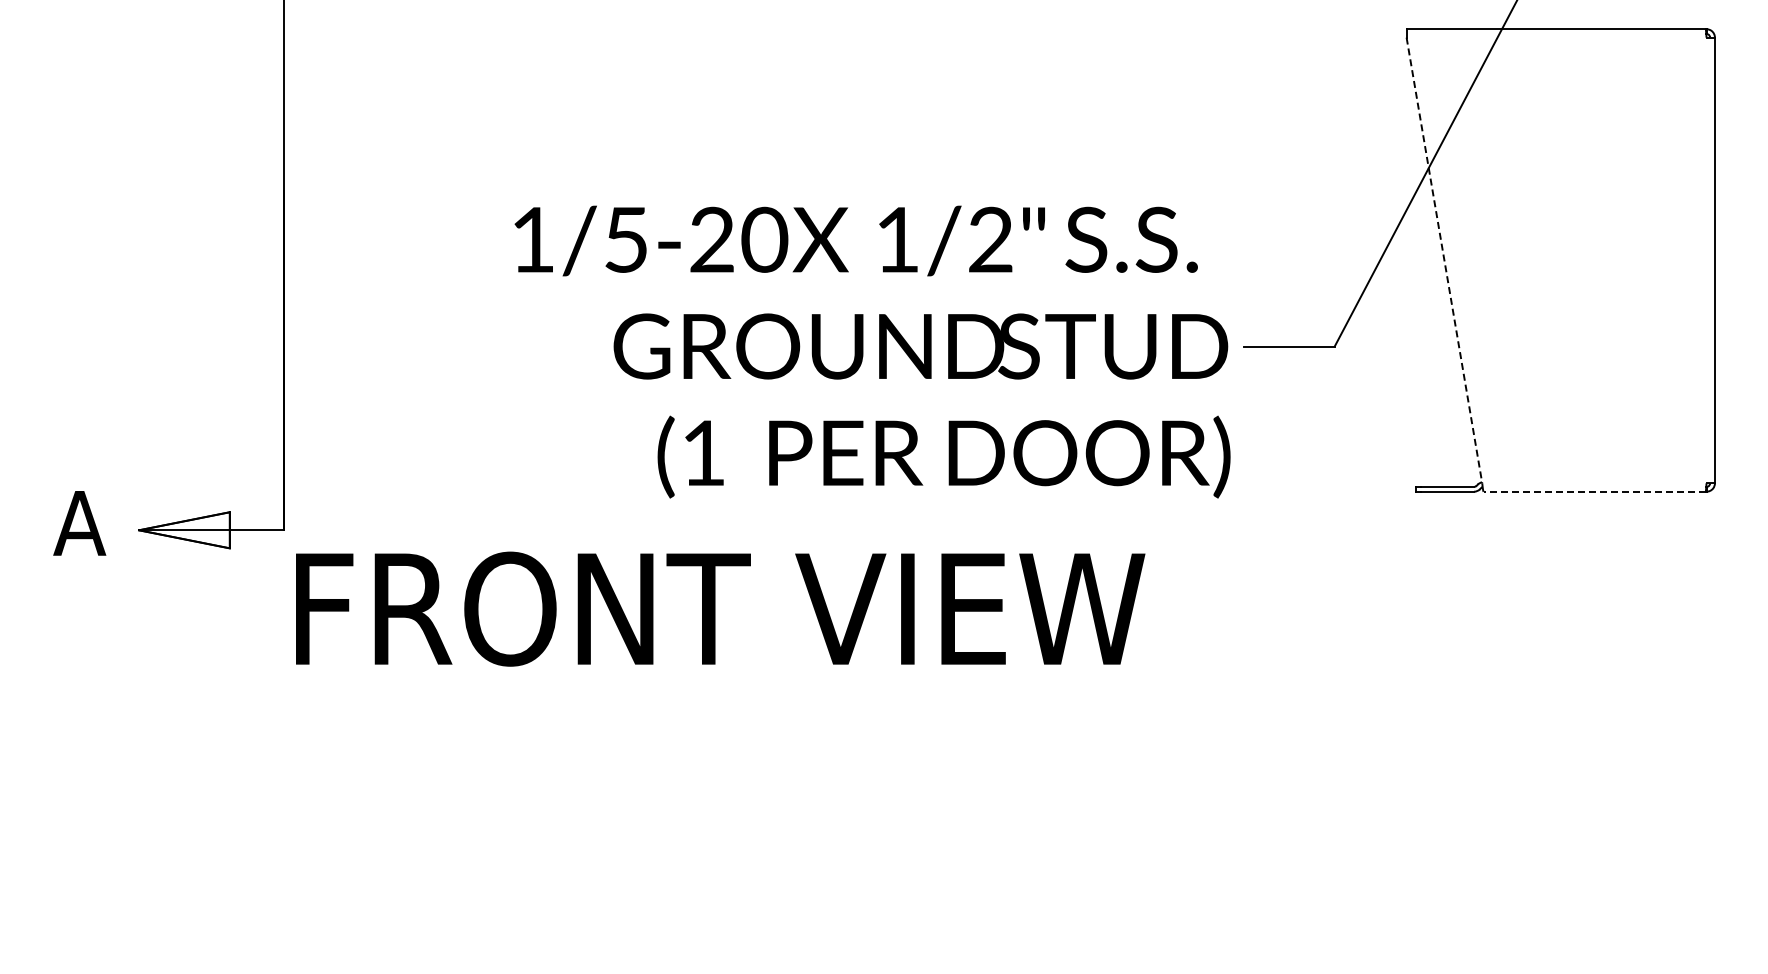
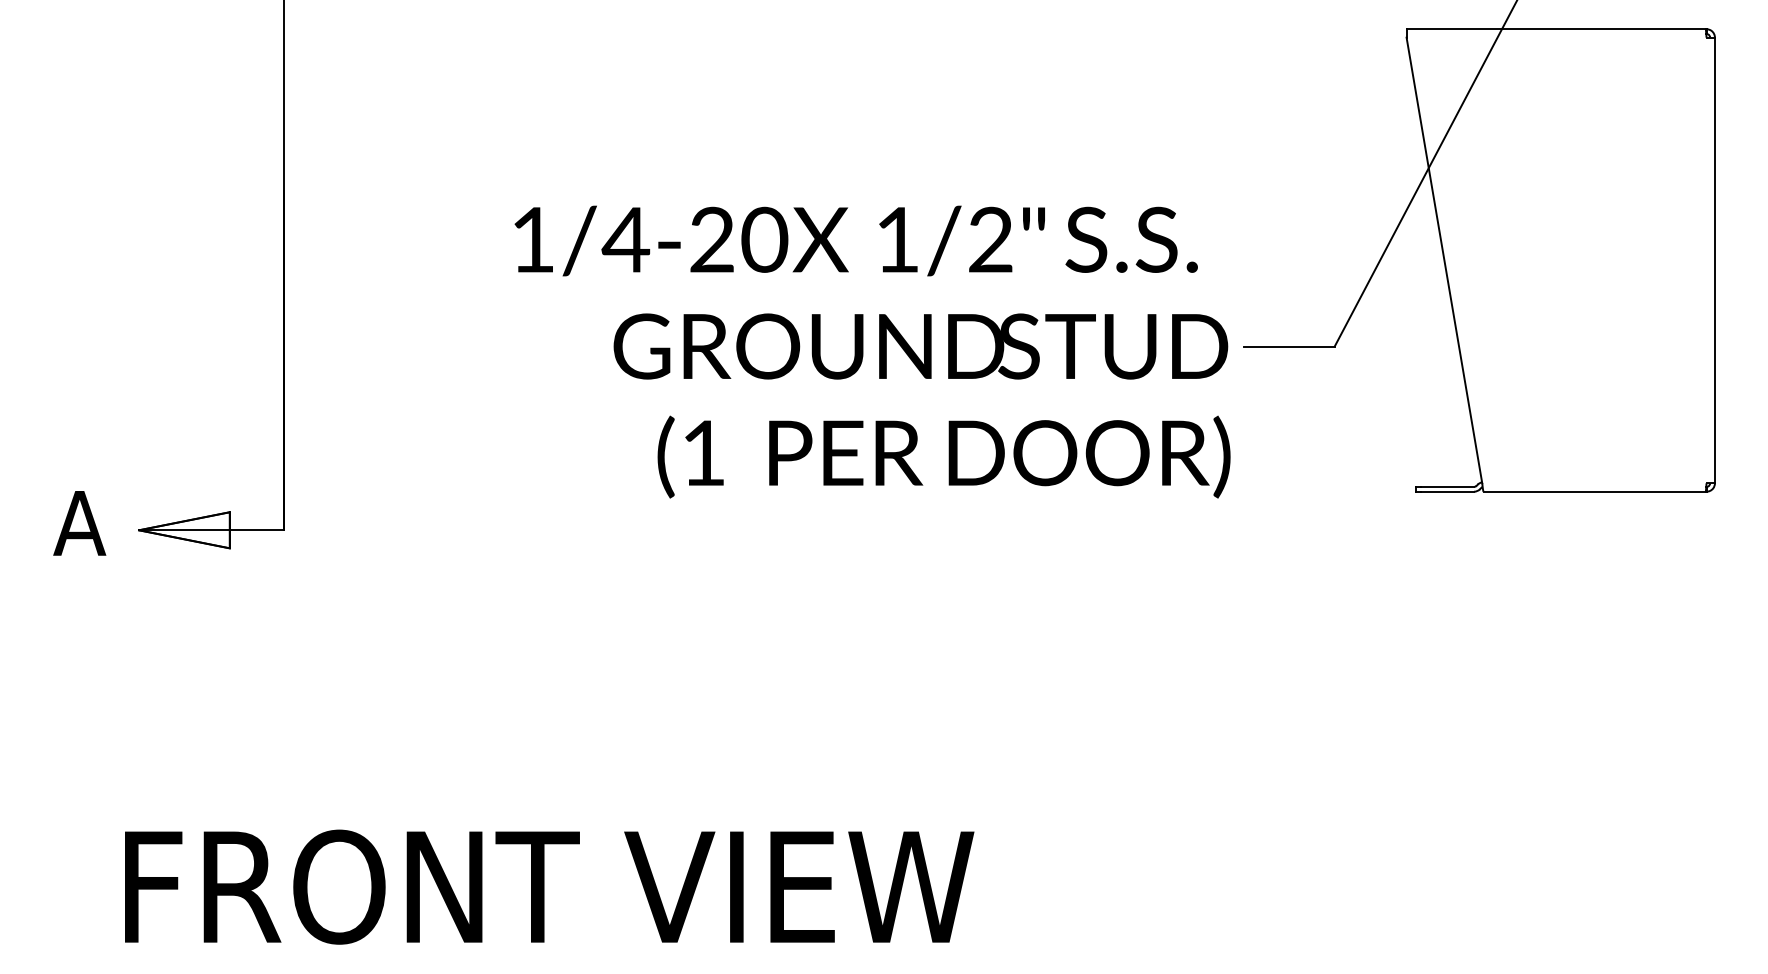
text at (625, 239): 1/5-20 -> 1/4-20
line at (1444, 260): dashed -> solid
line at (1594, 491): dashed -> solid
text at (720, 608) position: (720, 608) -> (549, 886)
